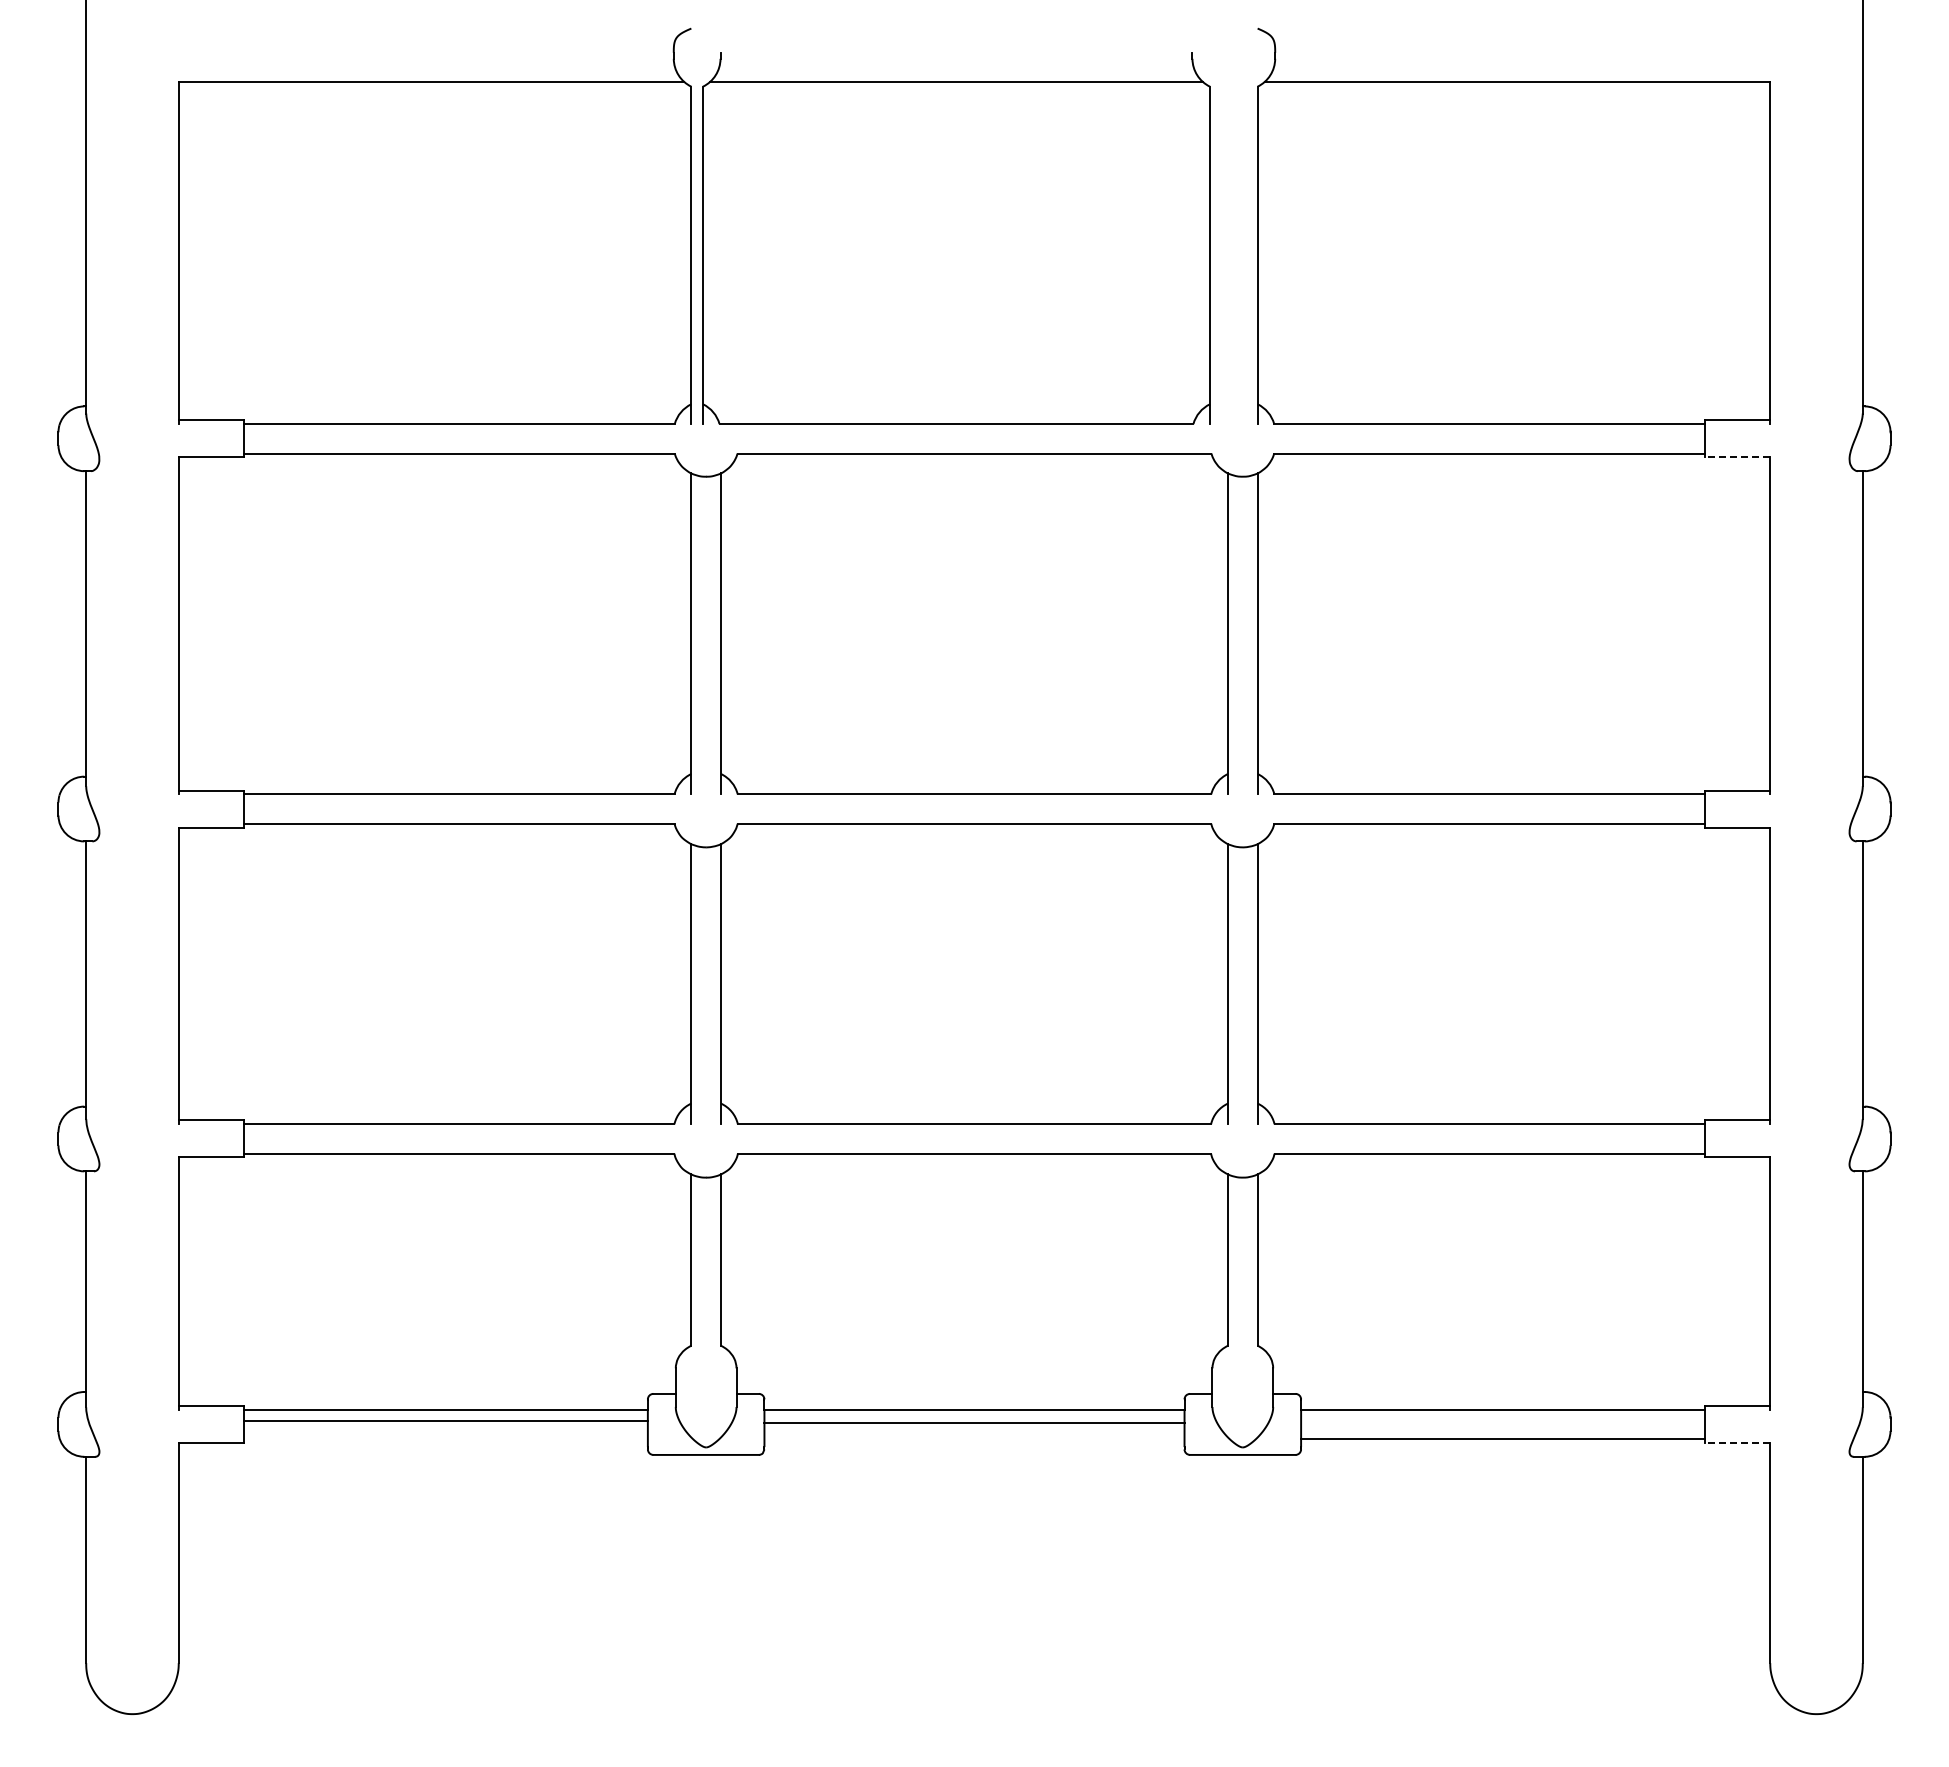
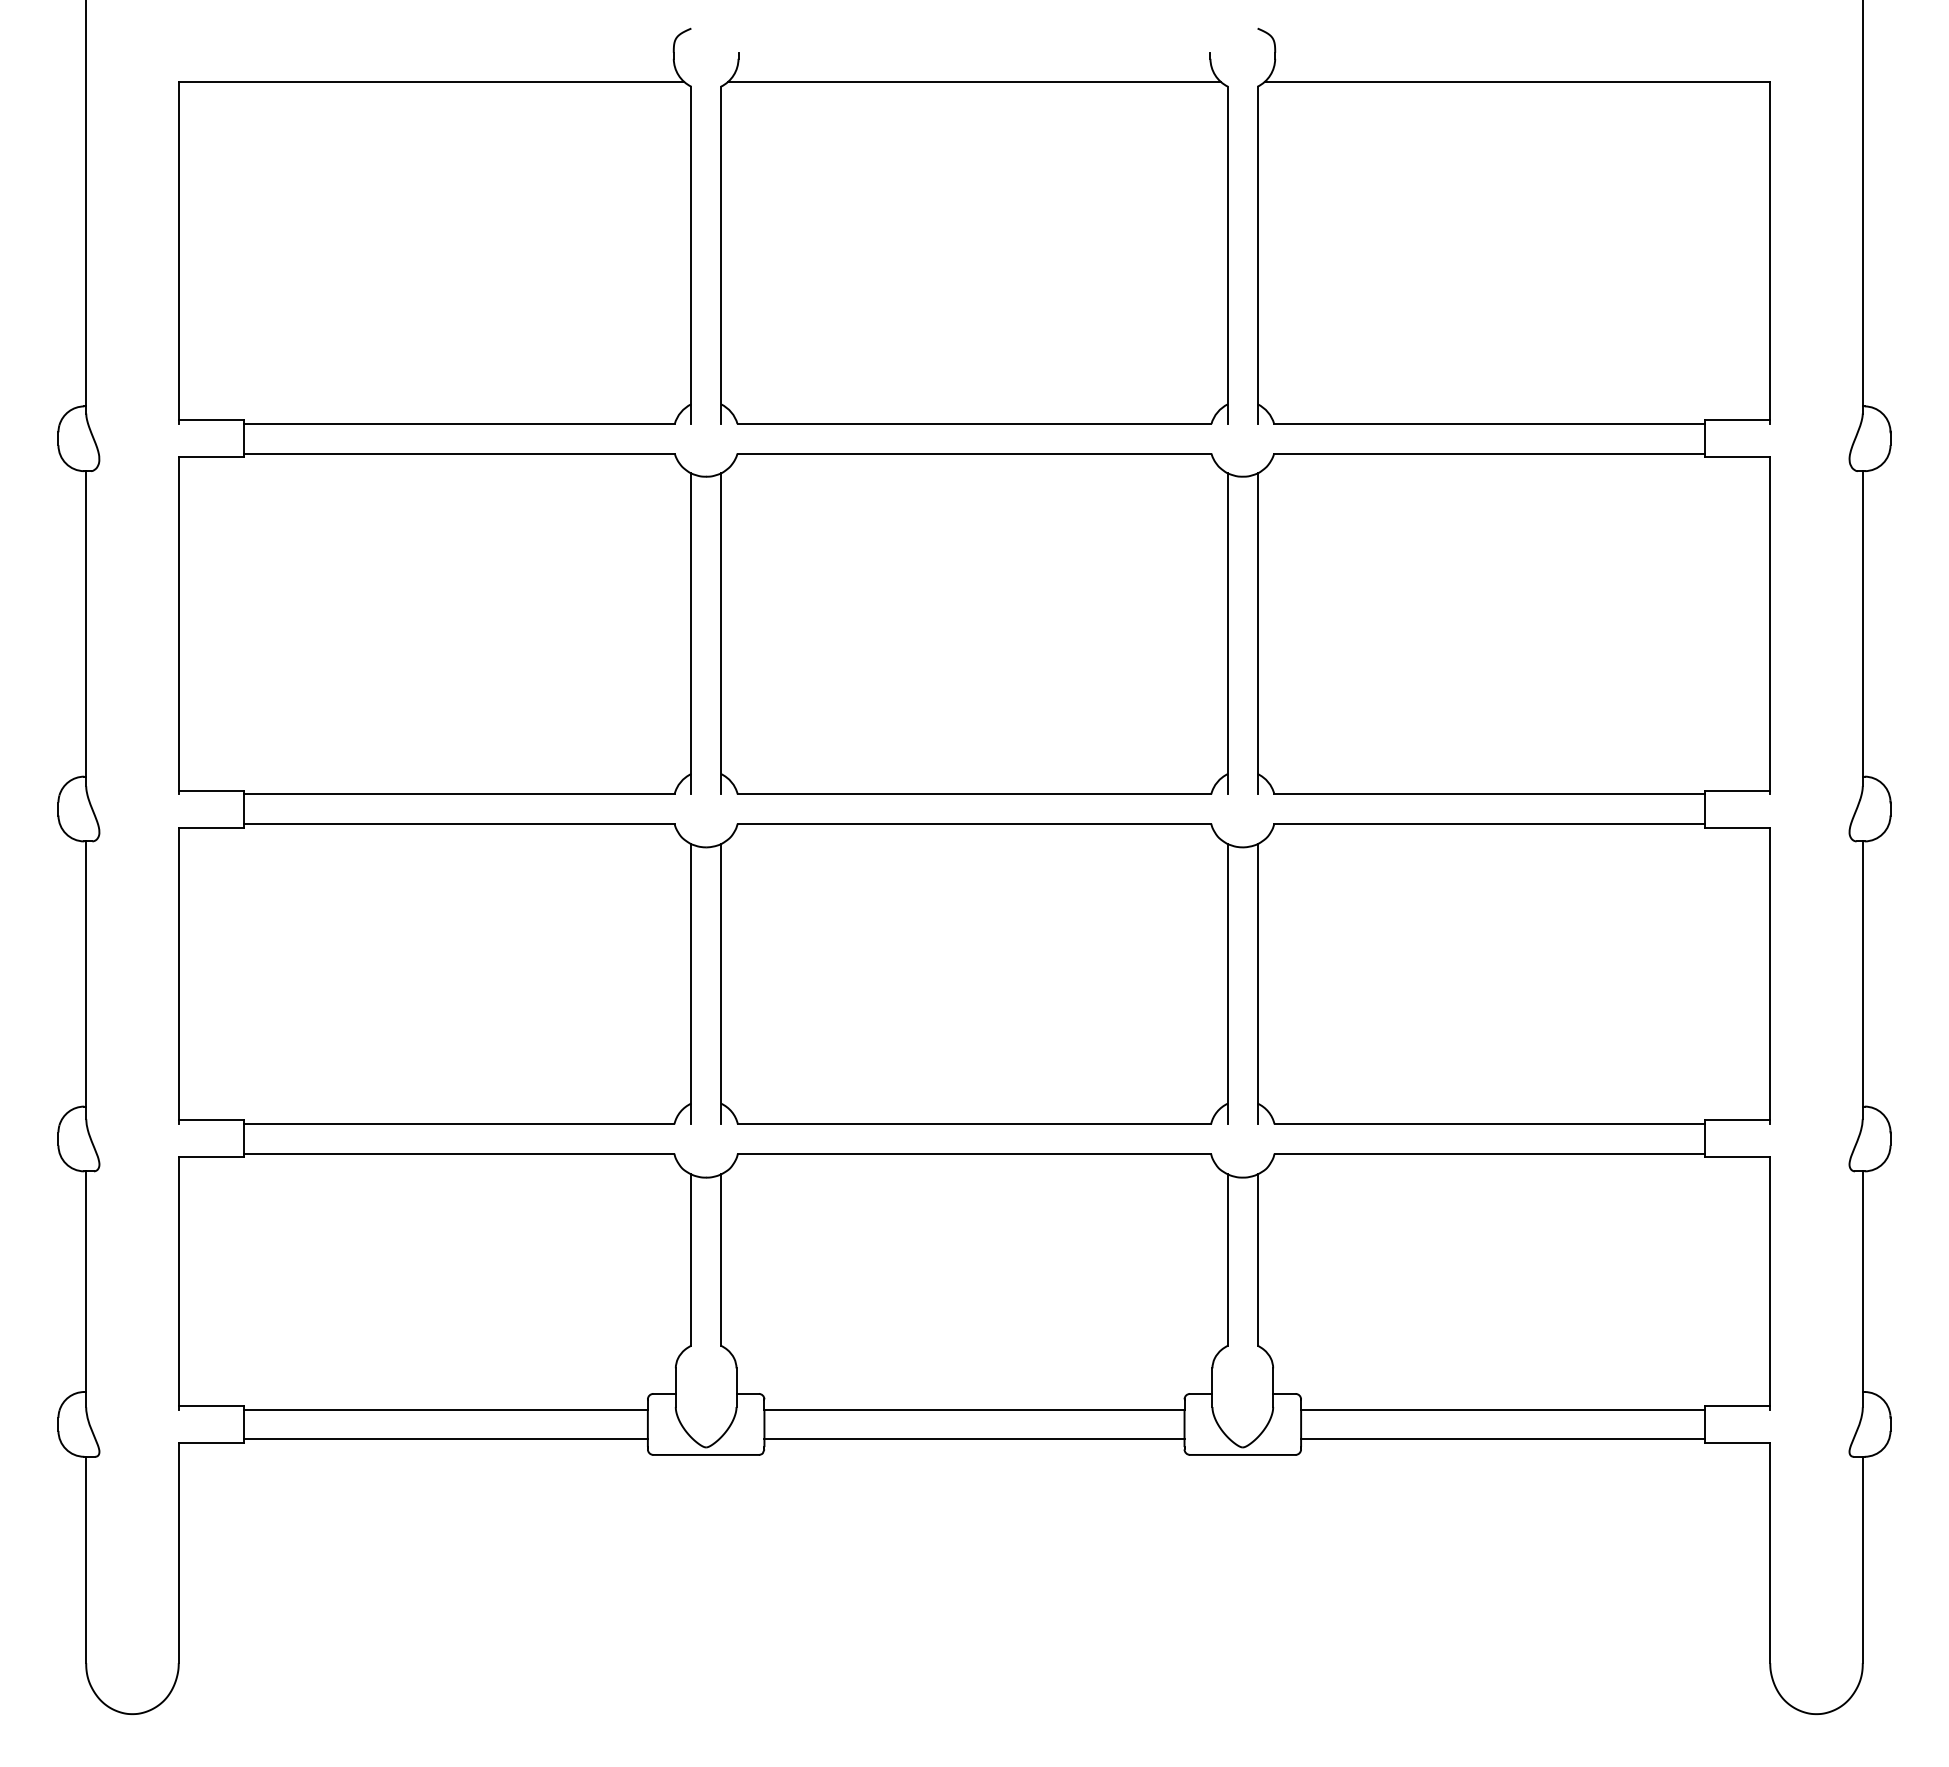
part at (956, 238) position: (956, 238) -> (974, 238)
line at (1737, 457): dashed -> solid
line at (445, 1421) position: (445, 1421) -> (445, 1439)
line at (974, 1423) position: (974, 1423) -> (974, 1439)
line at (1737, 1442): dashed -> solid
